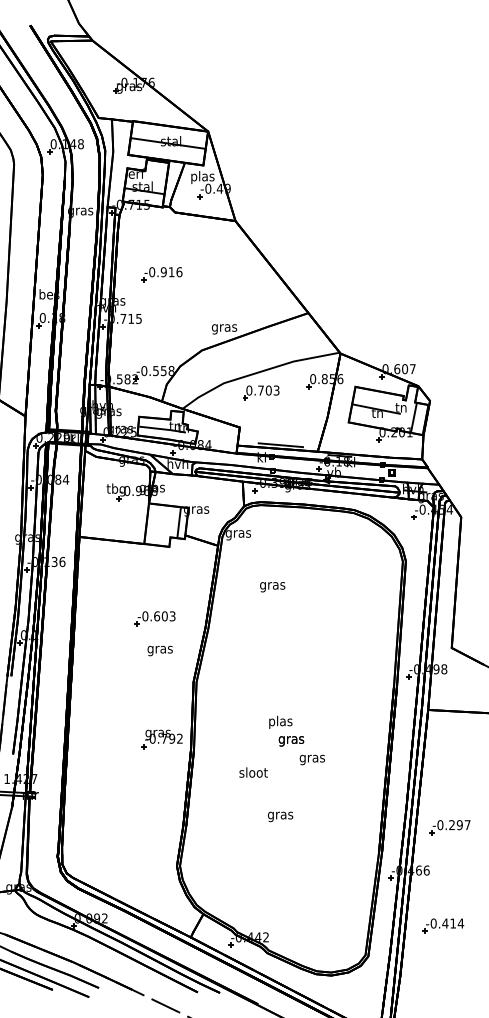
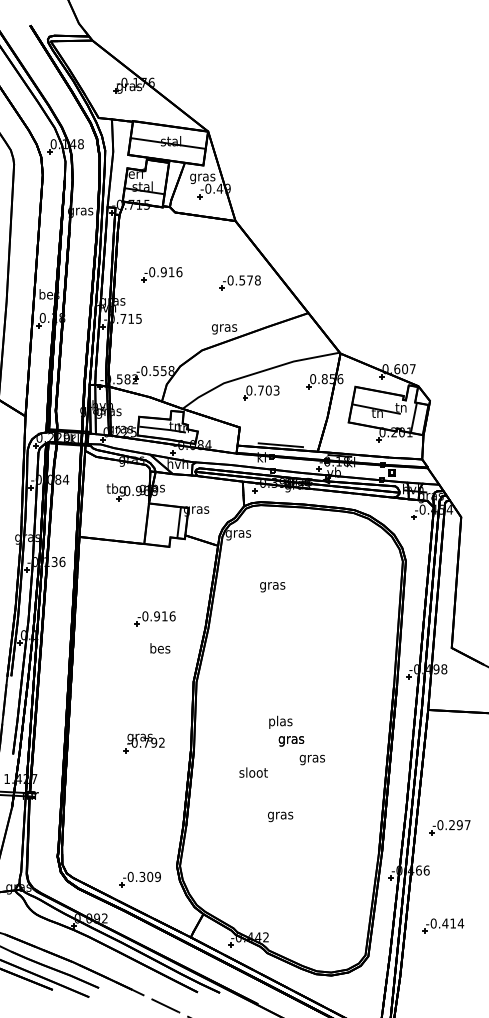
text at (202, 177): plas -> gras
part at (239, 282): none -> present
text at (164, 616): -0.603 -> -0.916
text at (159, 649): gras -> bes
part at (161, 739) position: (161, 739) -> (143, 743)
part at (139, 879): none -> present
